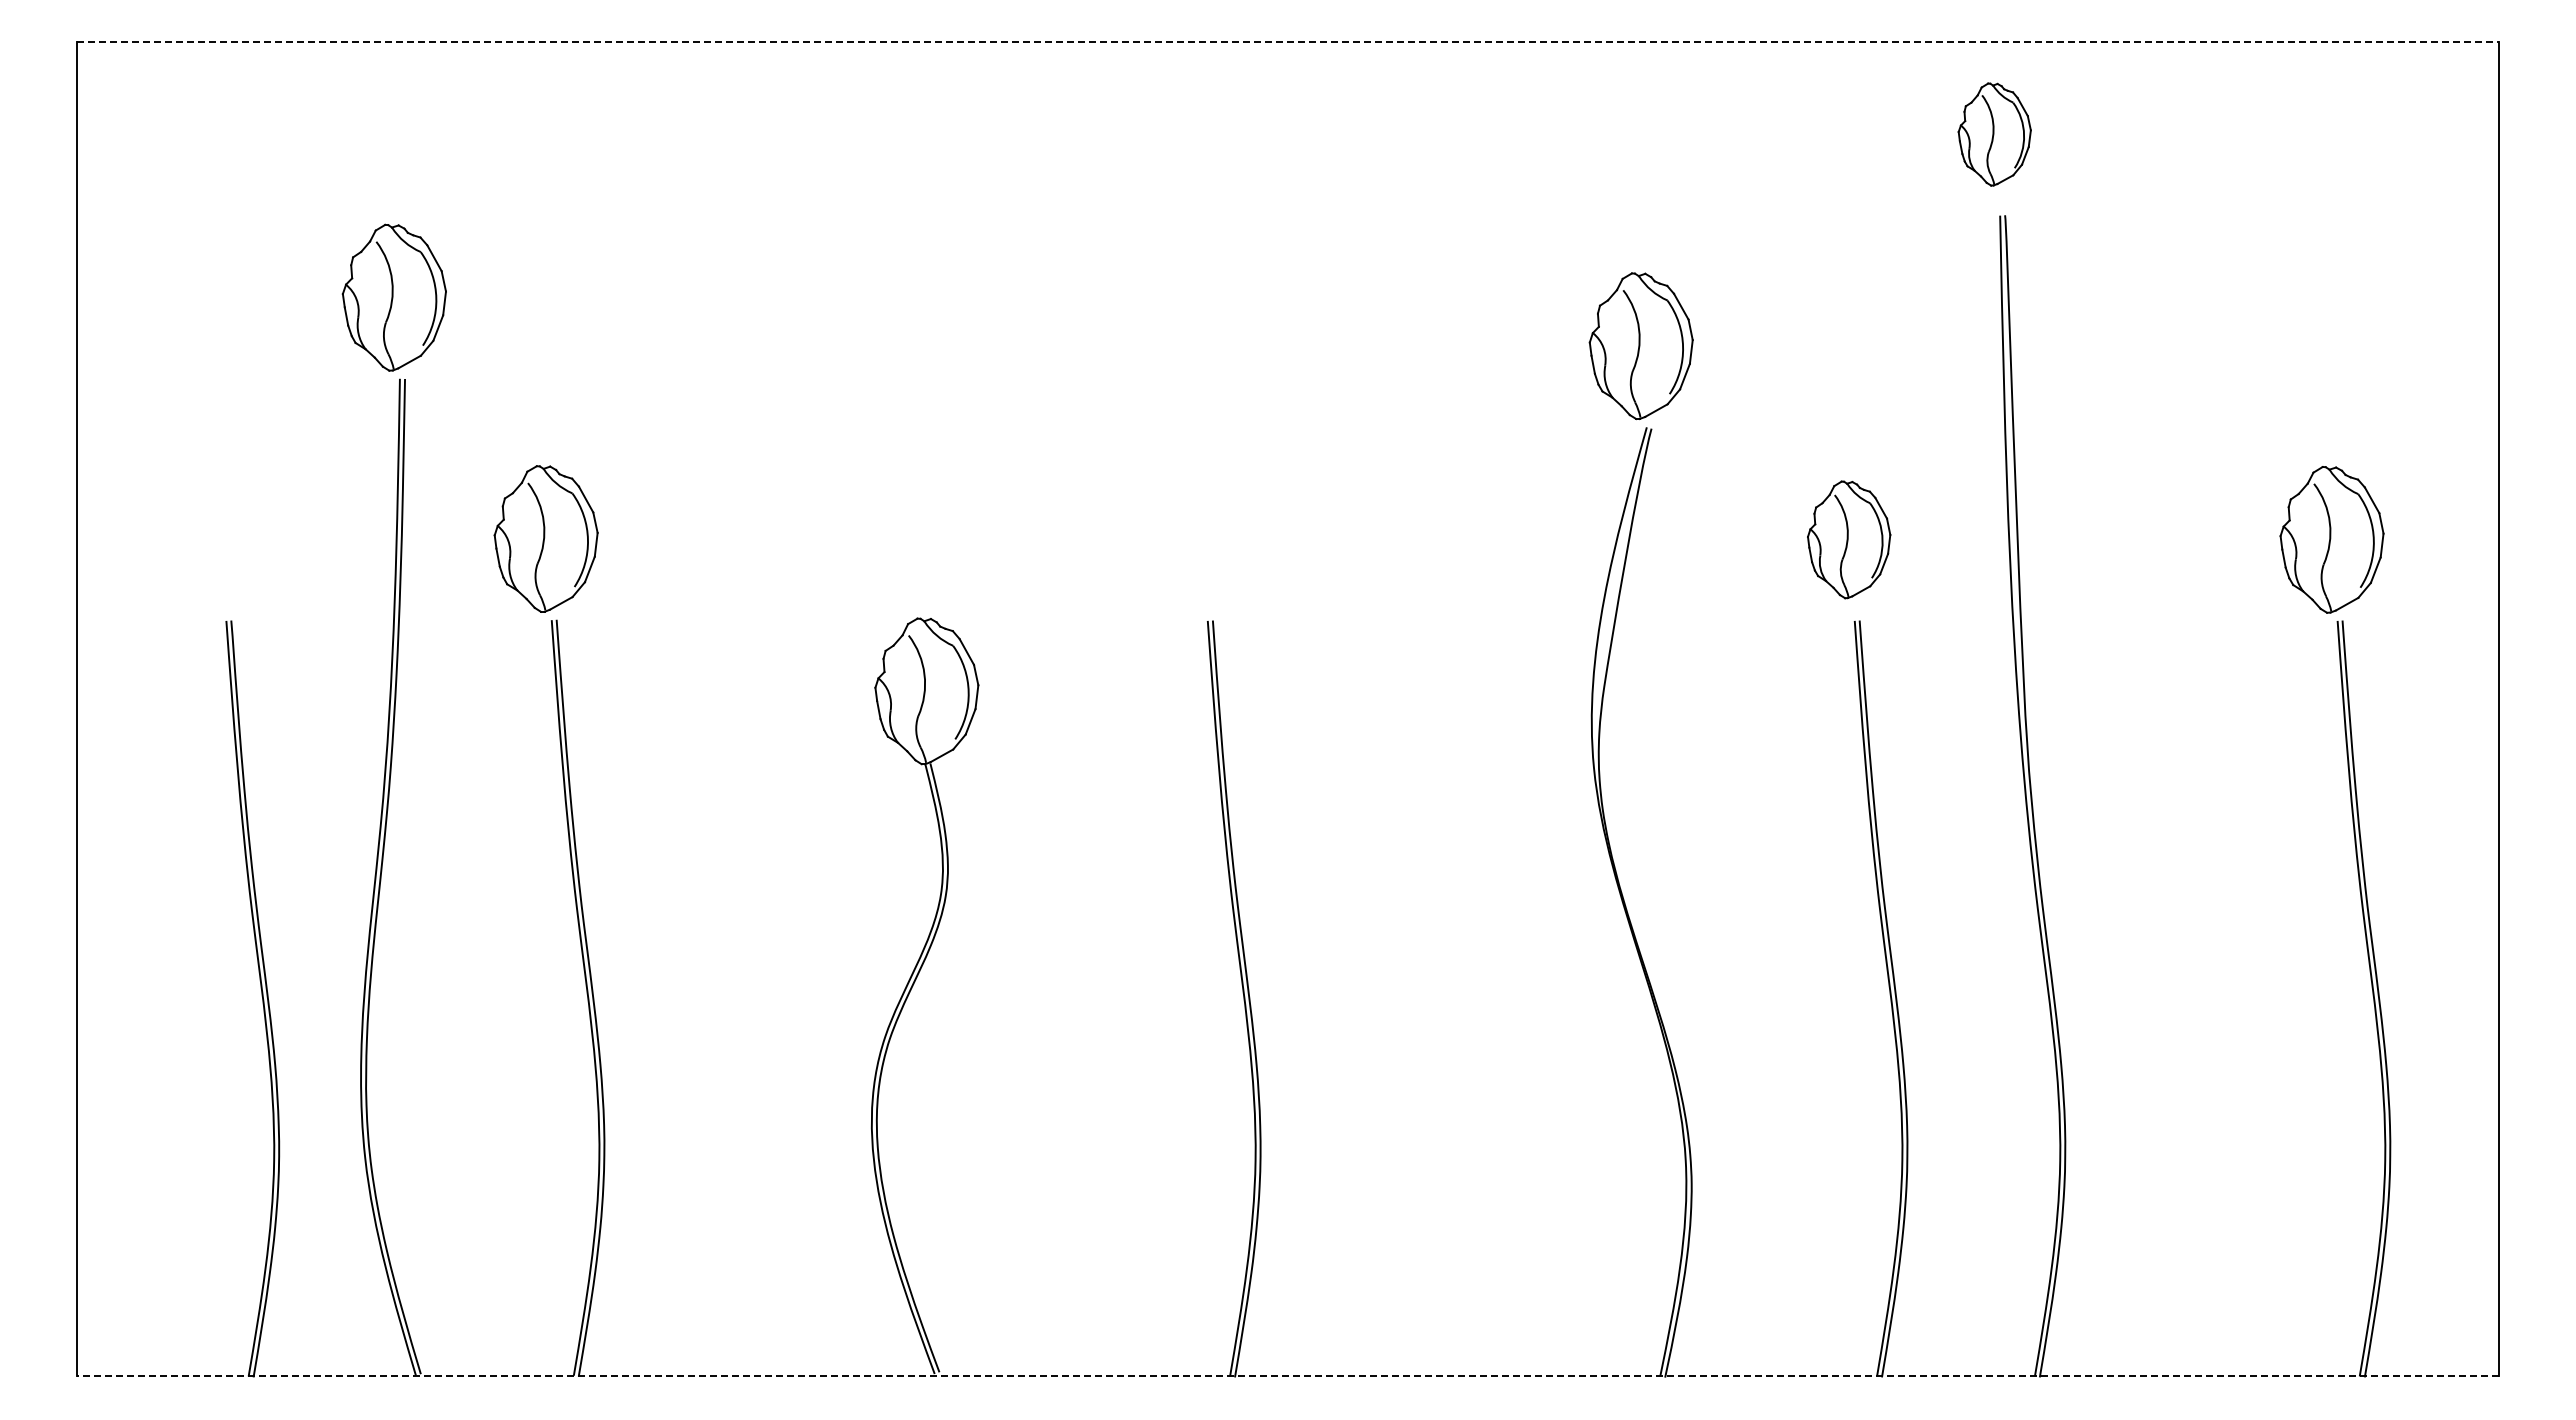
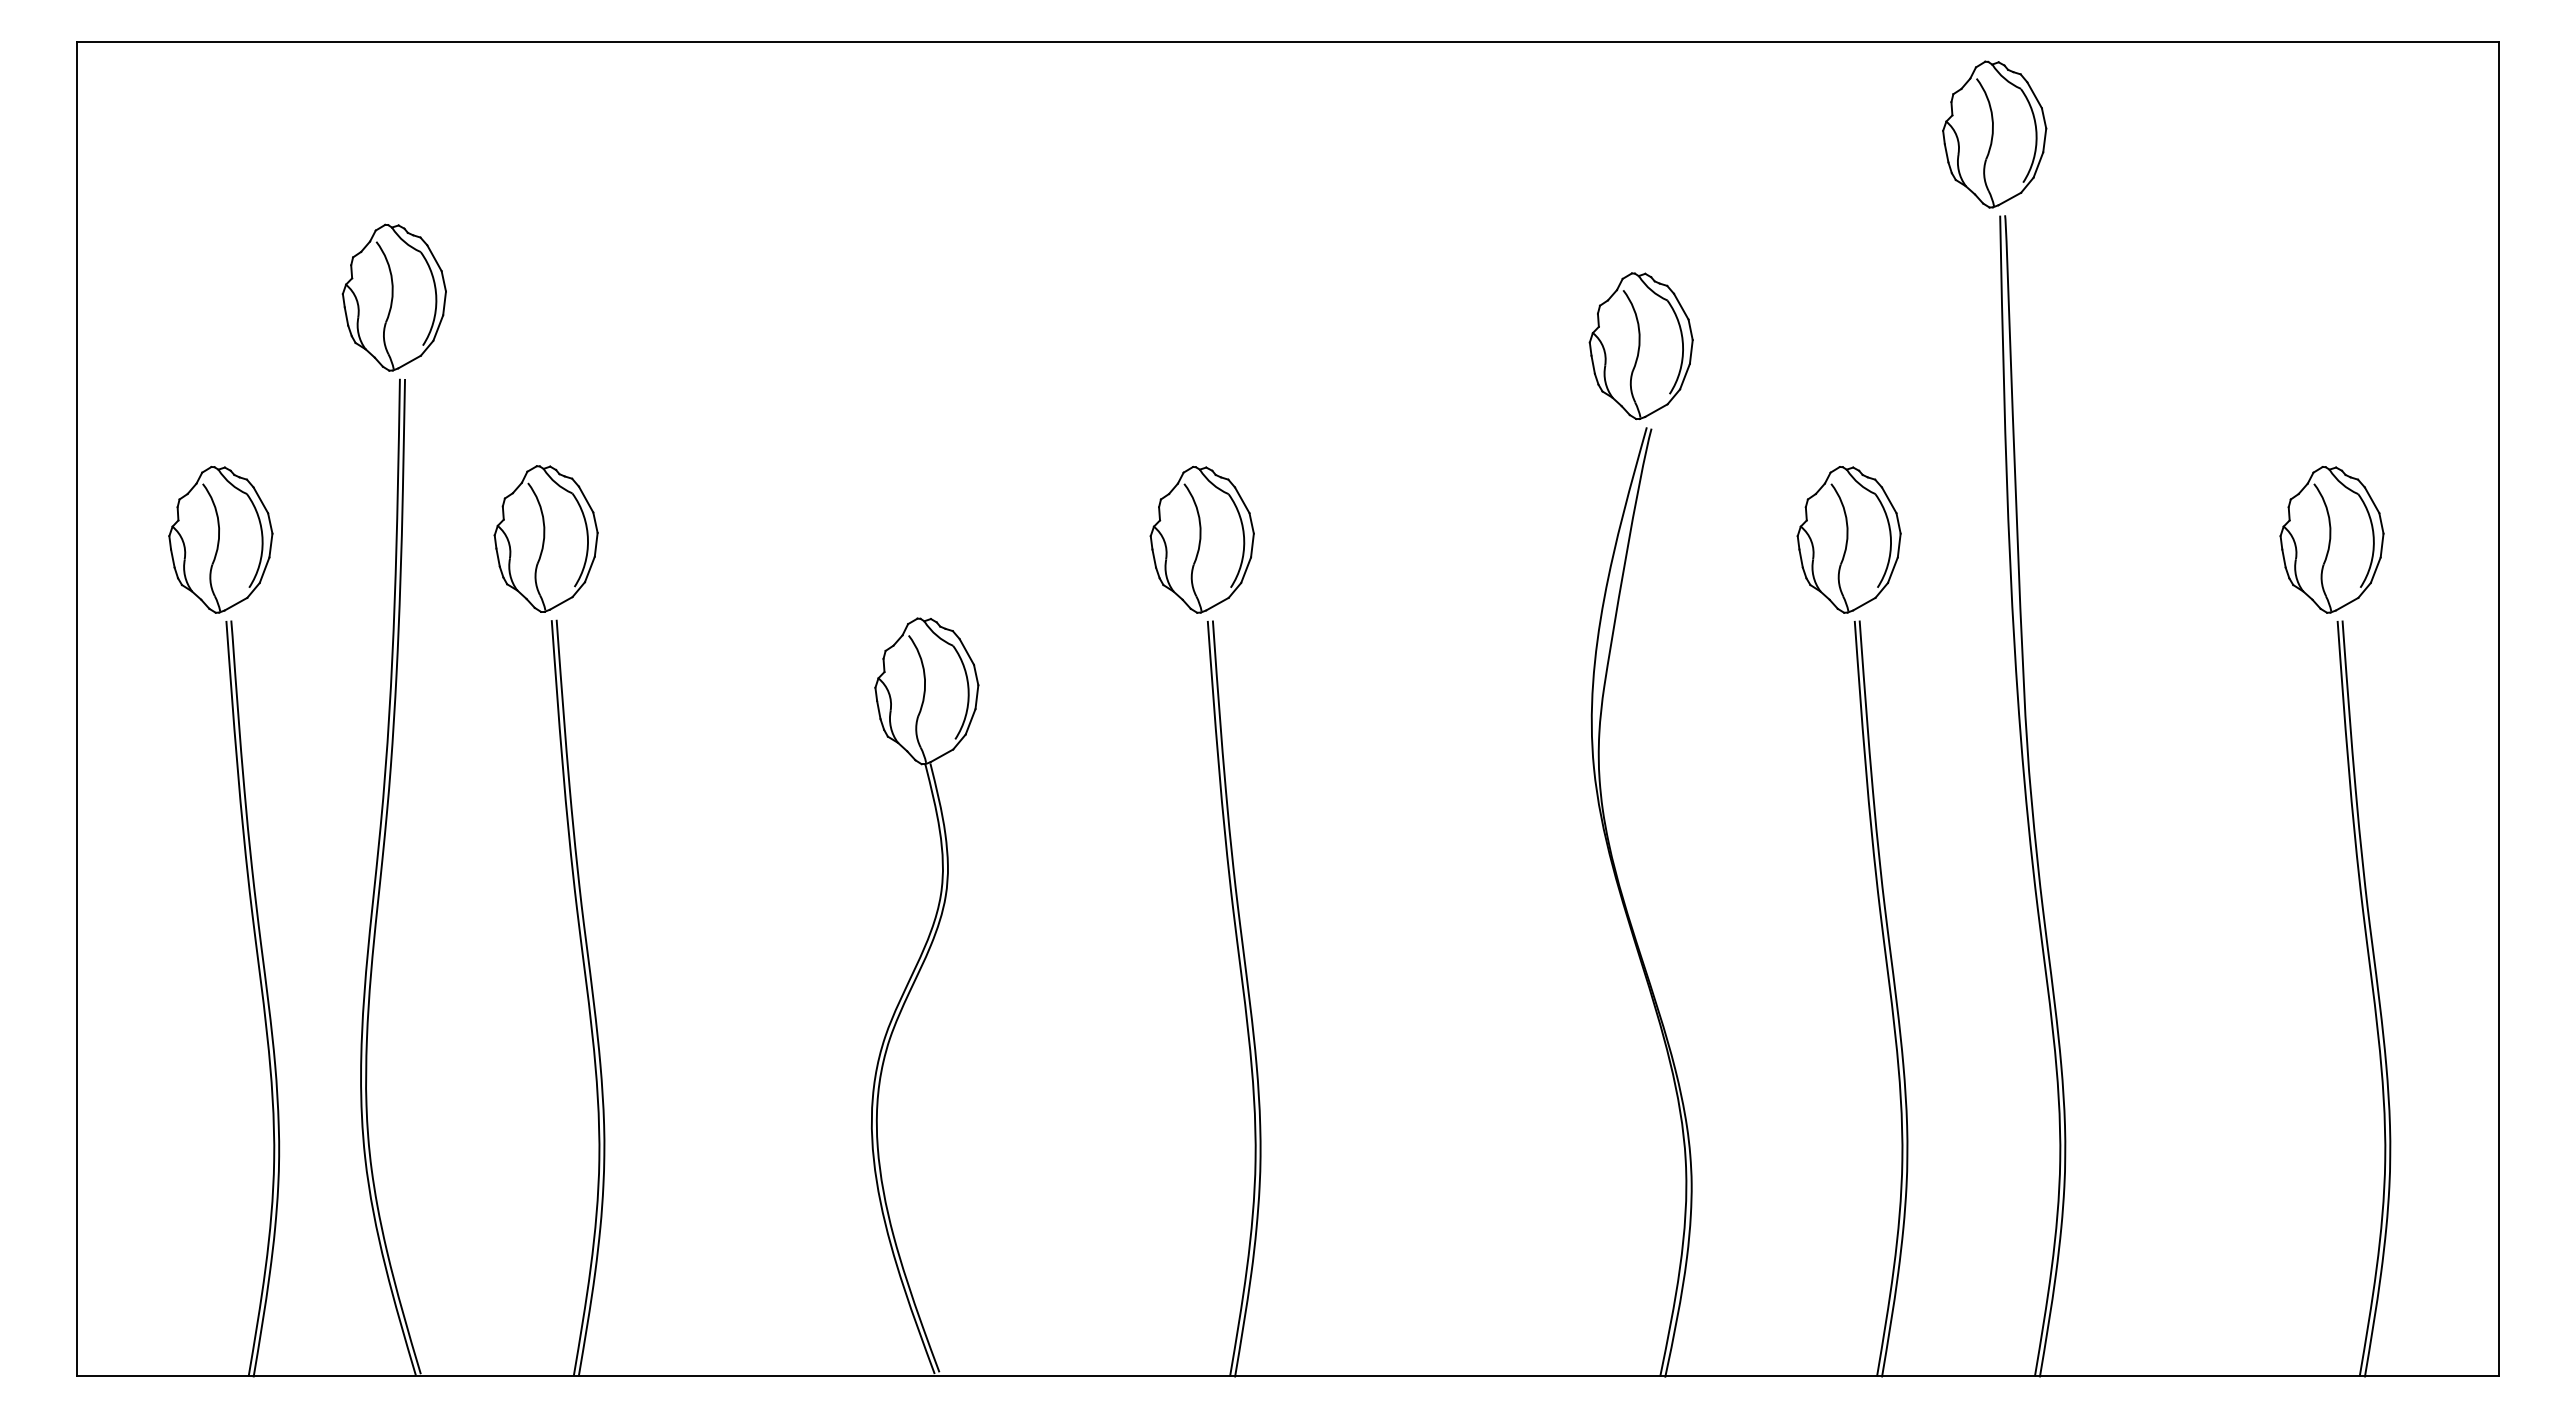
line at (1287, 42): dashed -> solid
part at (1994, 134) size: 75x105 px -> 106x149 px
part at (220, 539): none -> present
part at (1201, 539): none -> present
part at (1849, 539) size: 85x120 px -> 106x148 px
line at (1287, 1376): dashed -> solid
